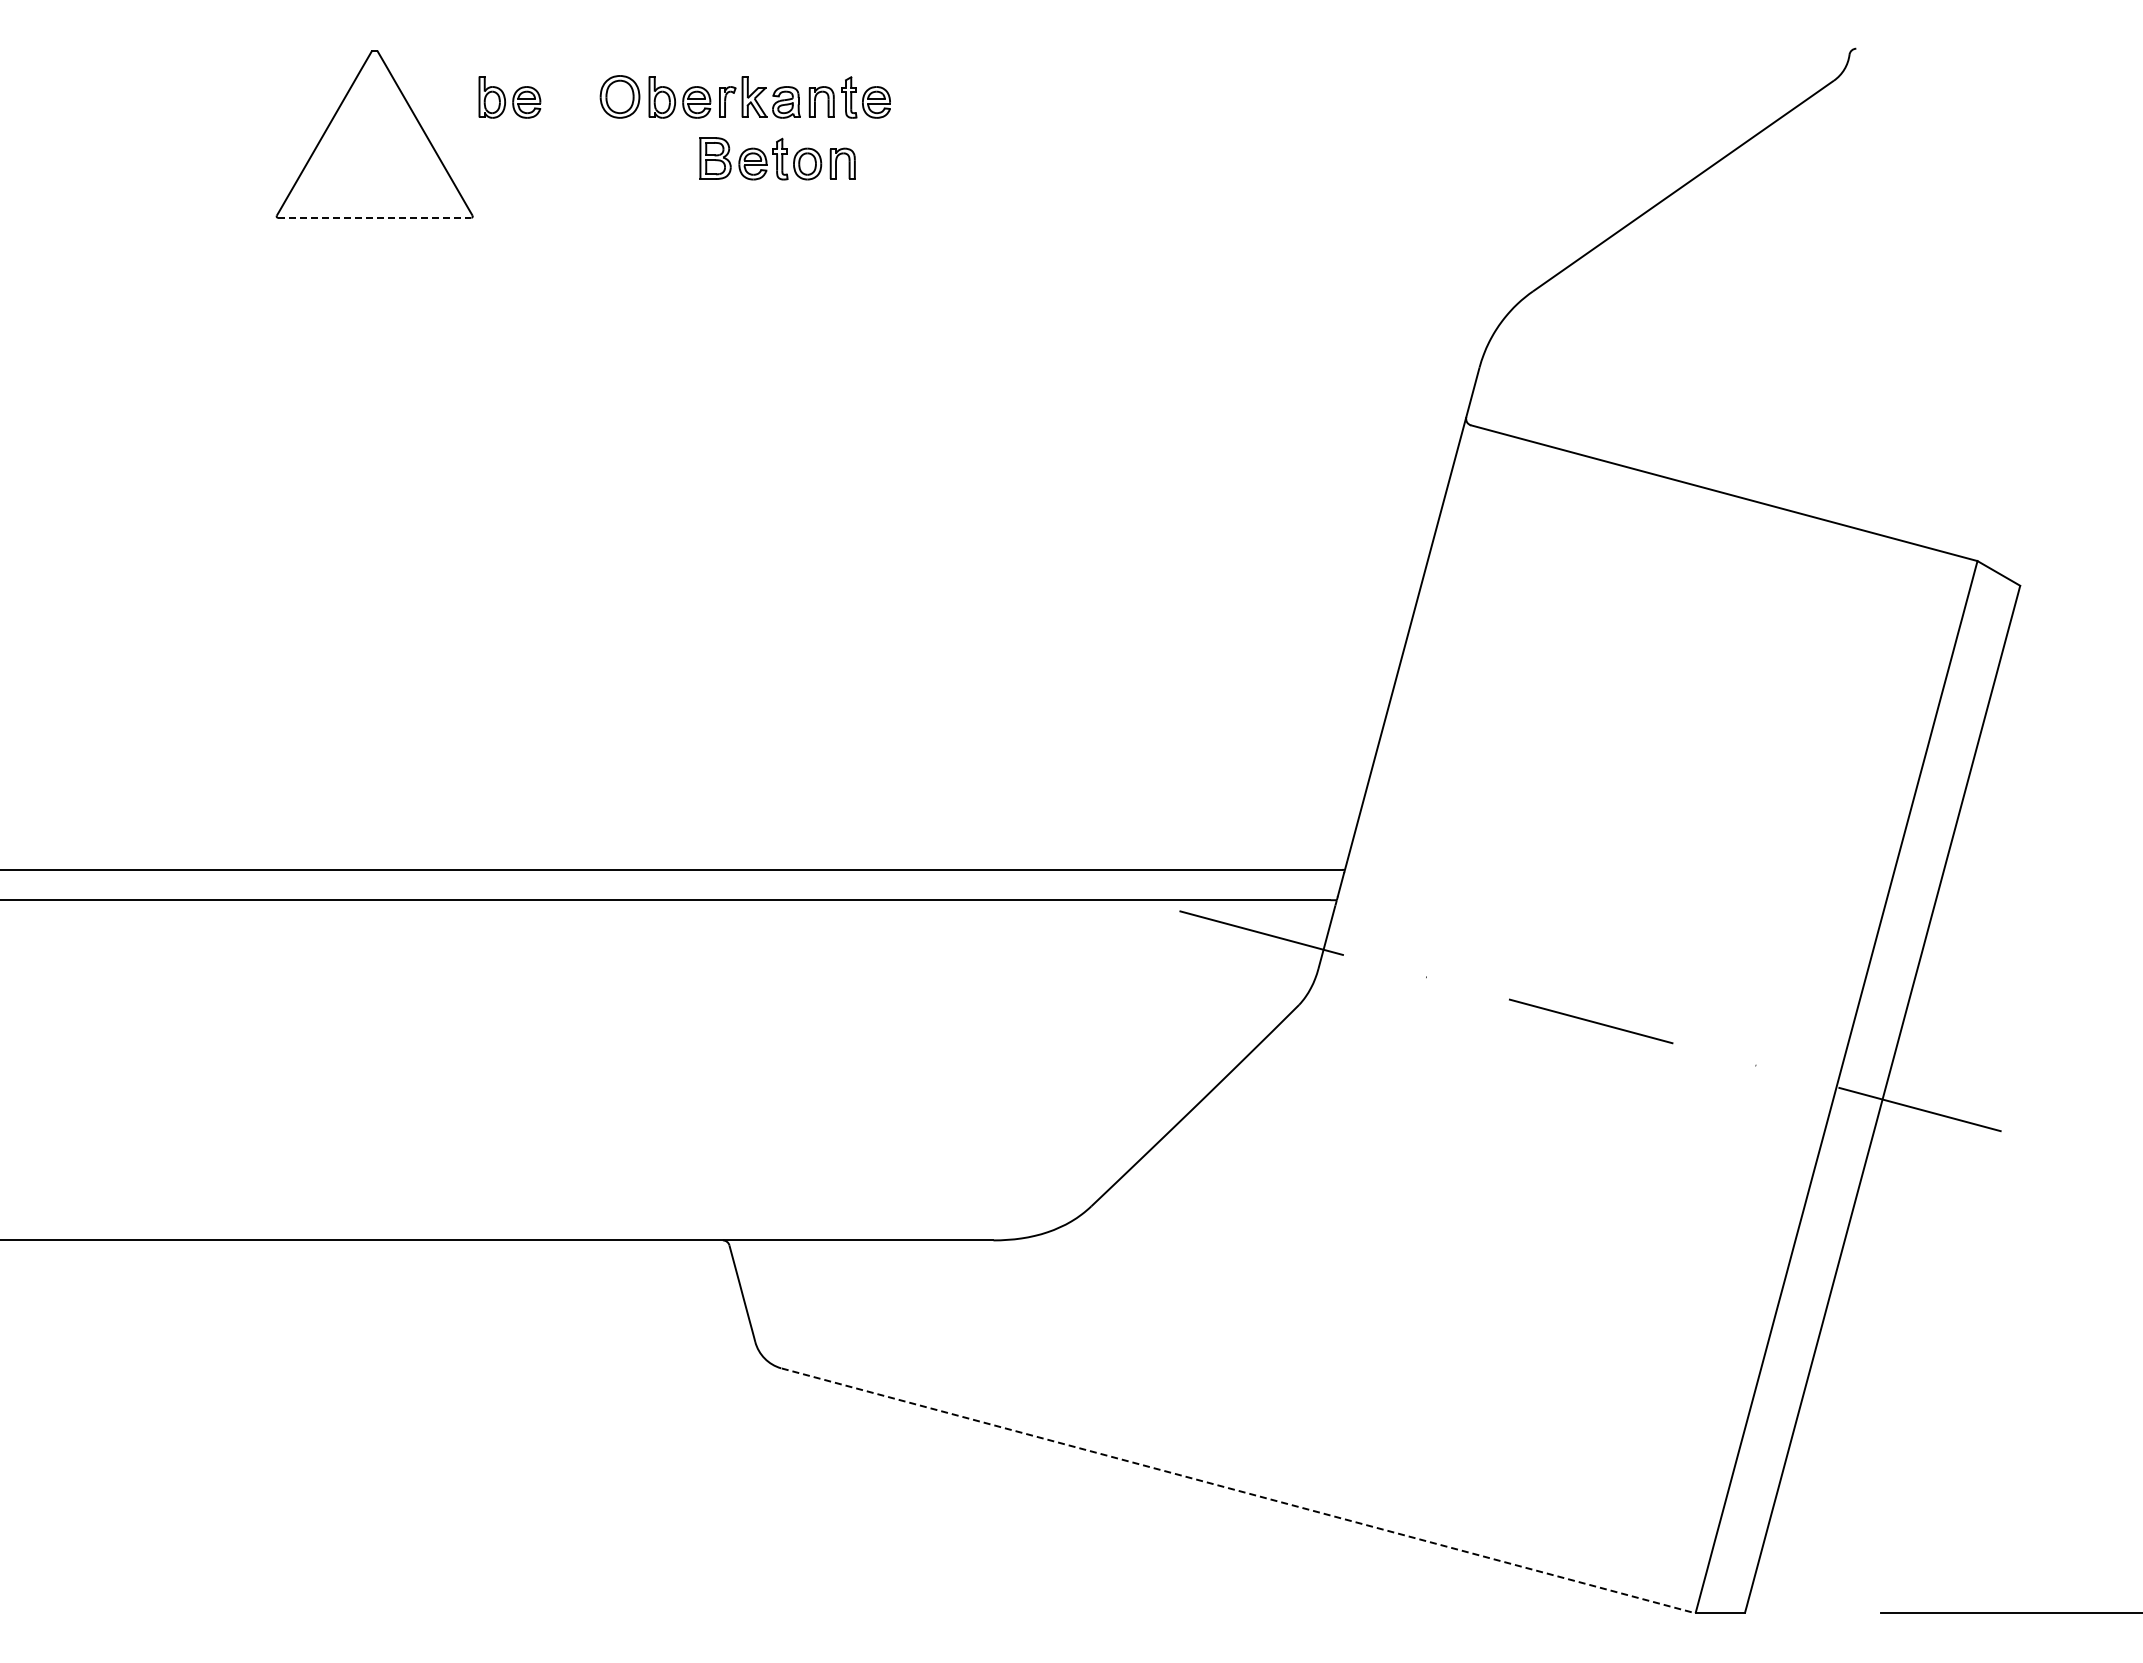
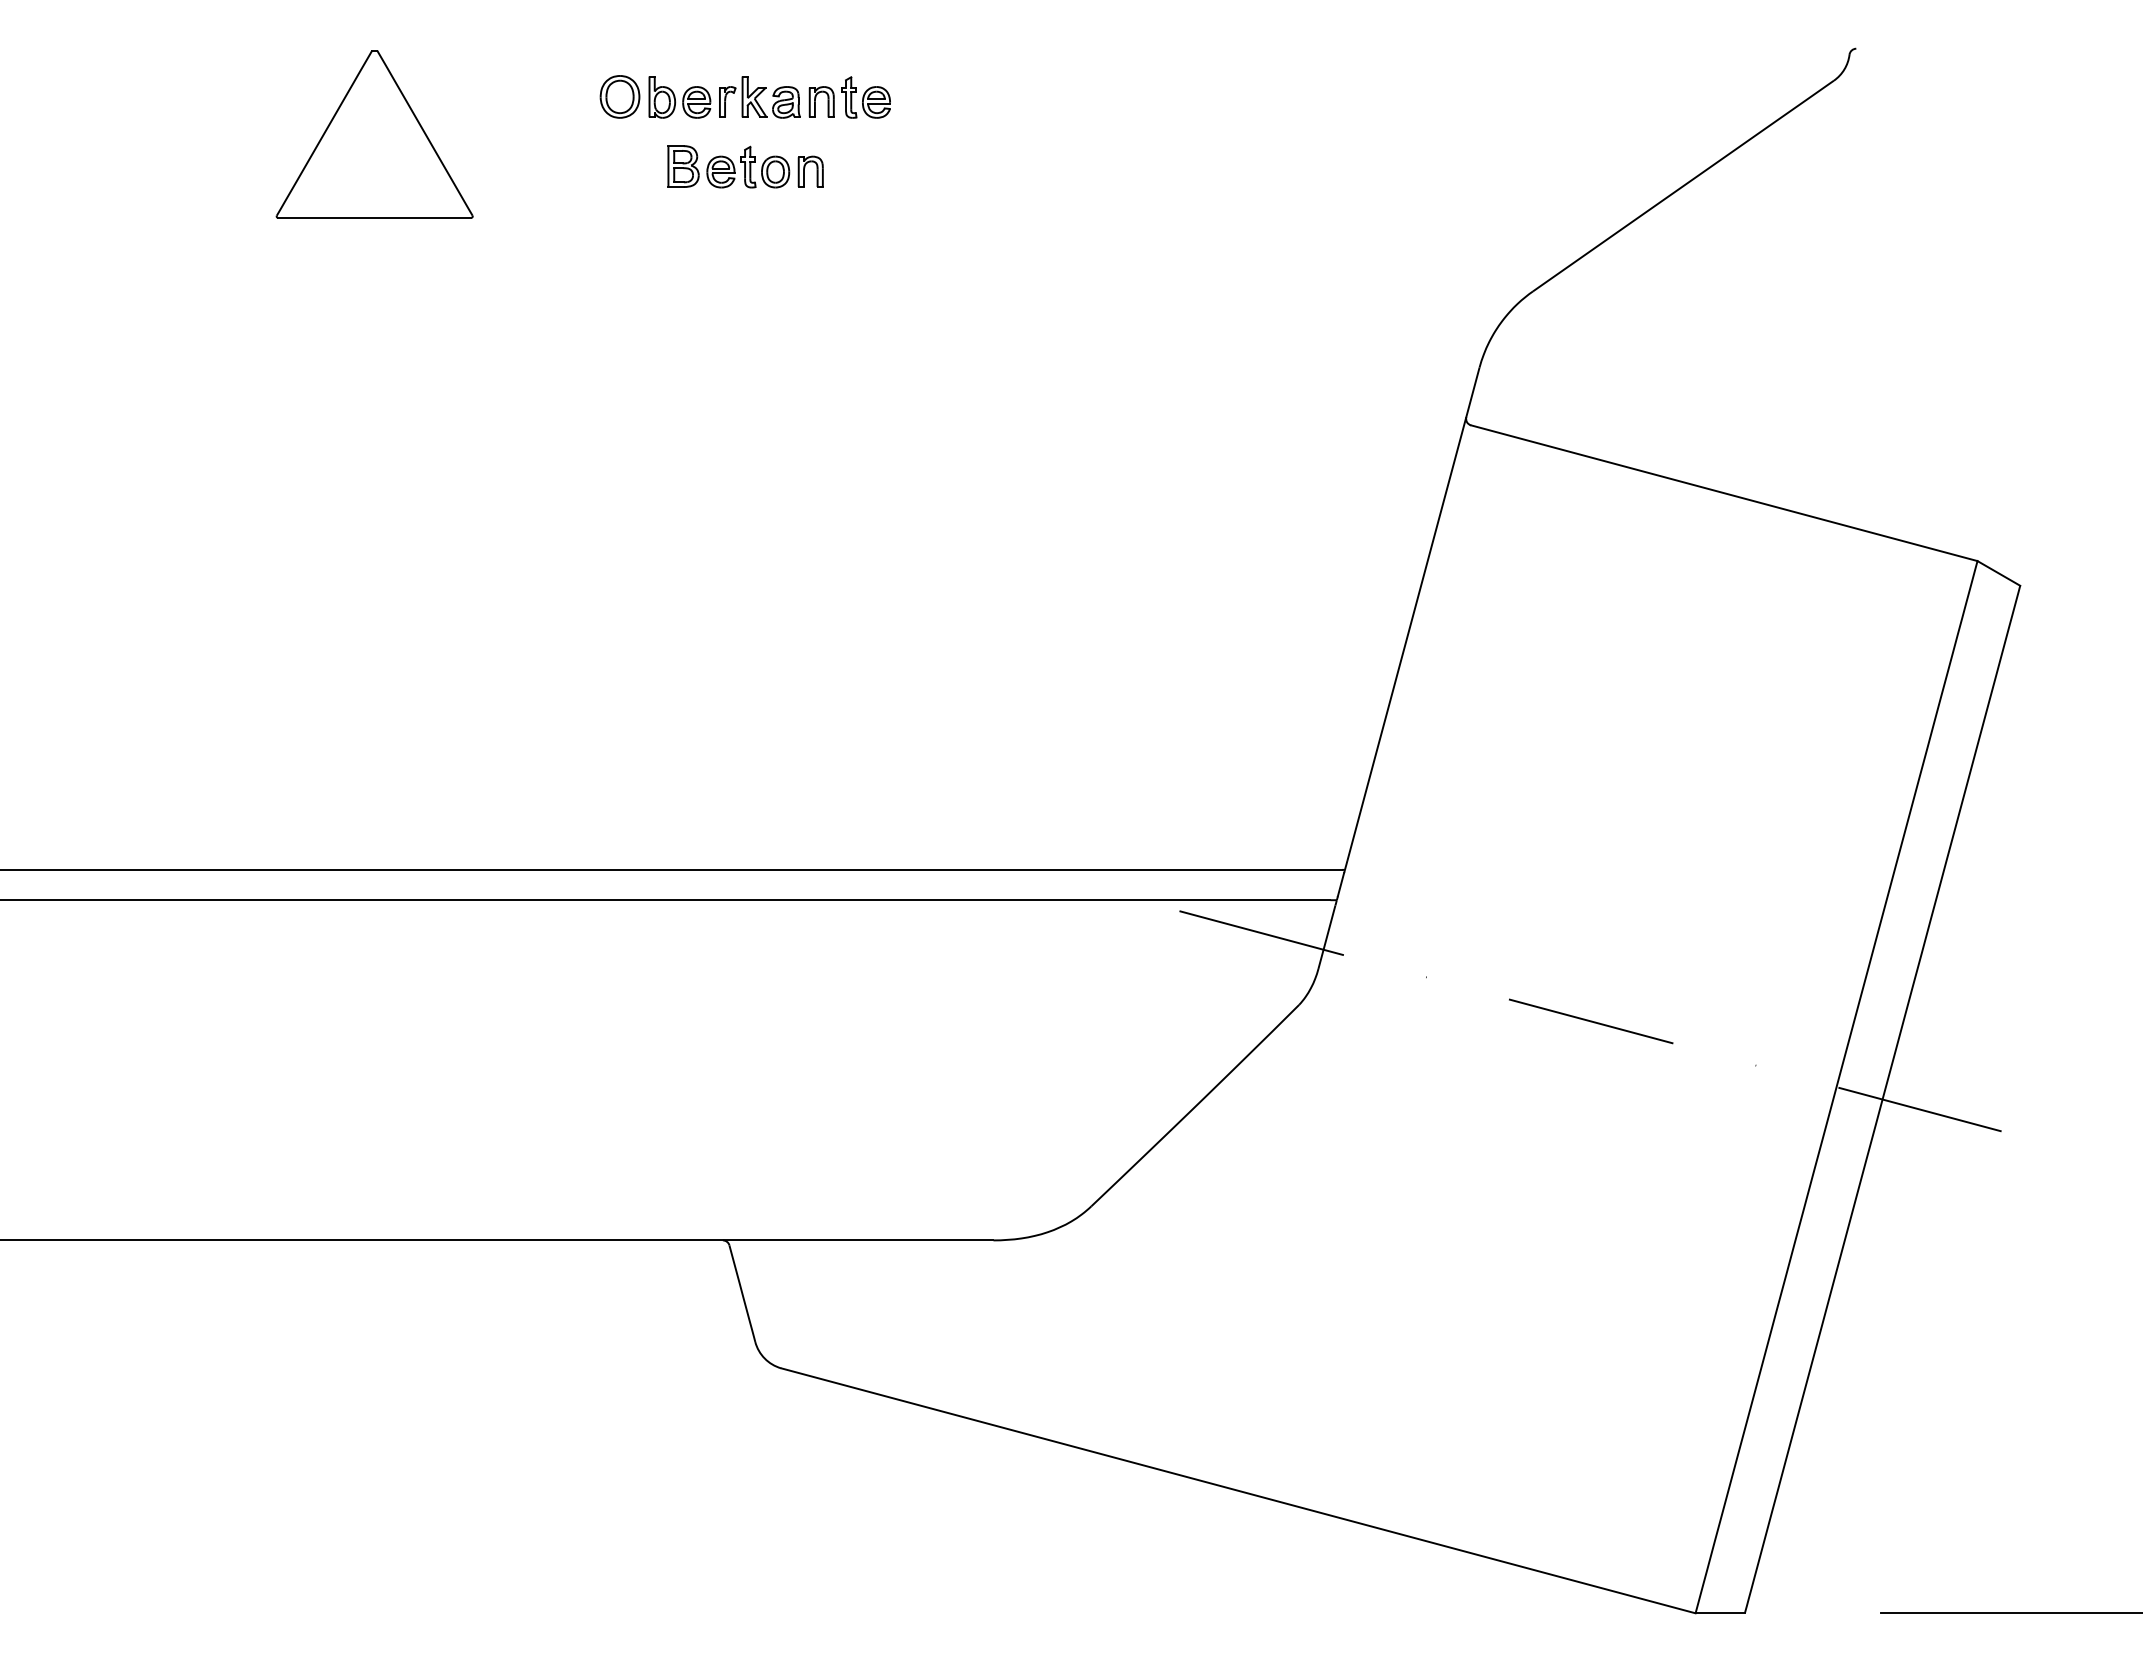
part at (509, 97): present -> none
part at (777, 158) position: (777, 158) -> (745, 166)
line at (374, 217): dashed -> solid
line at (1238, 1490): dashed -> solid
